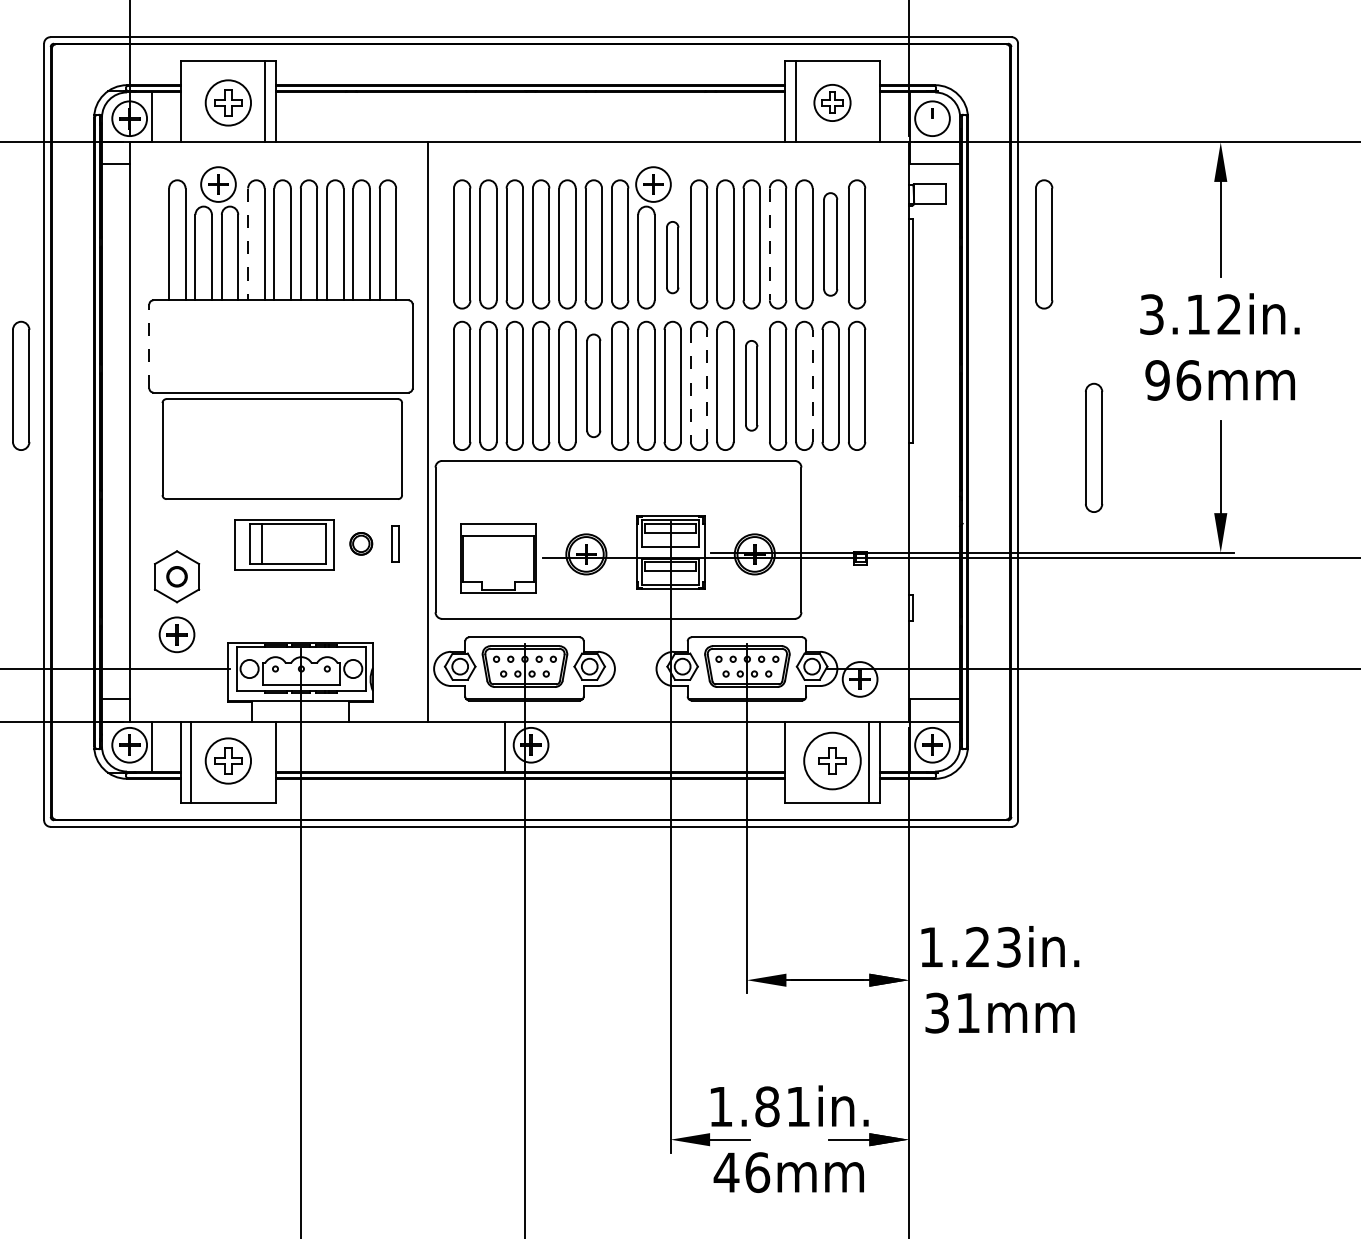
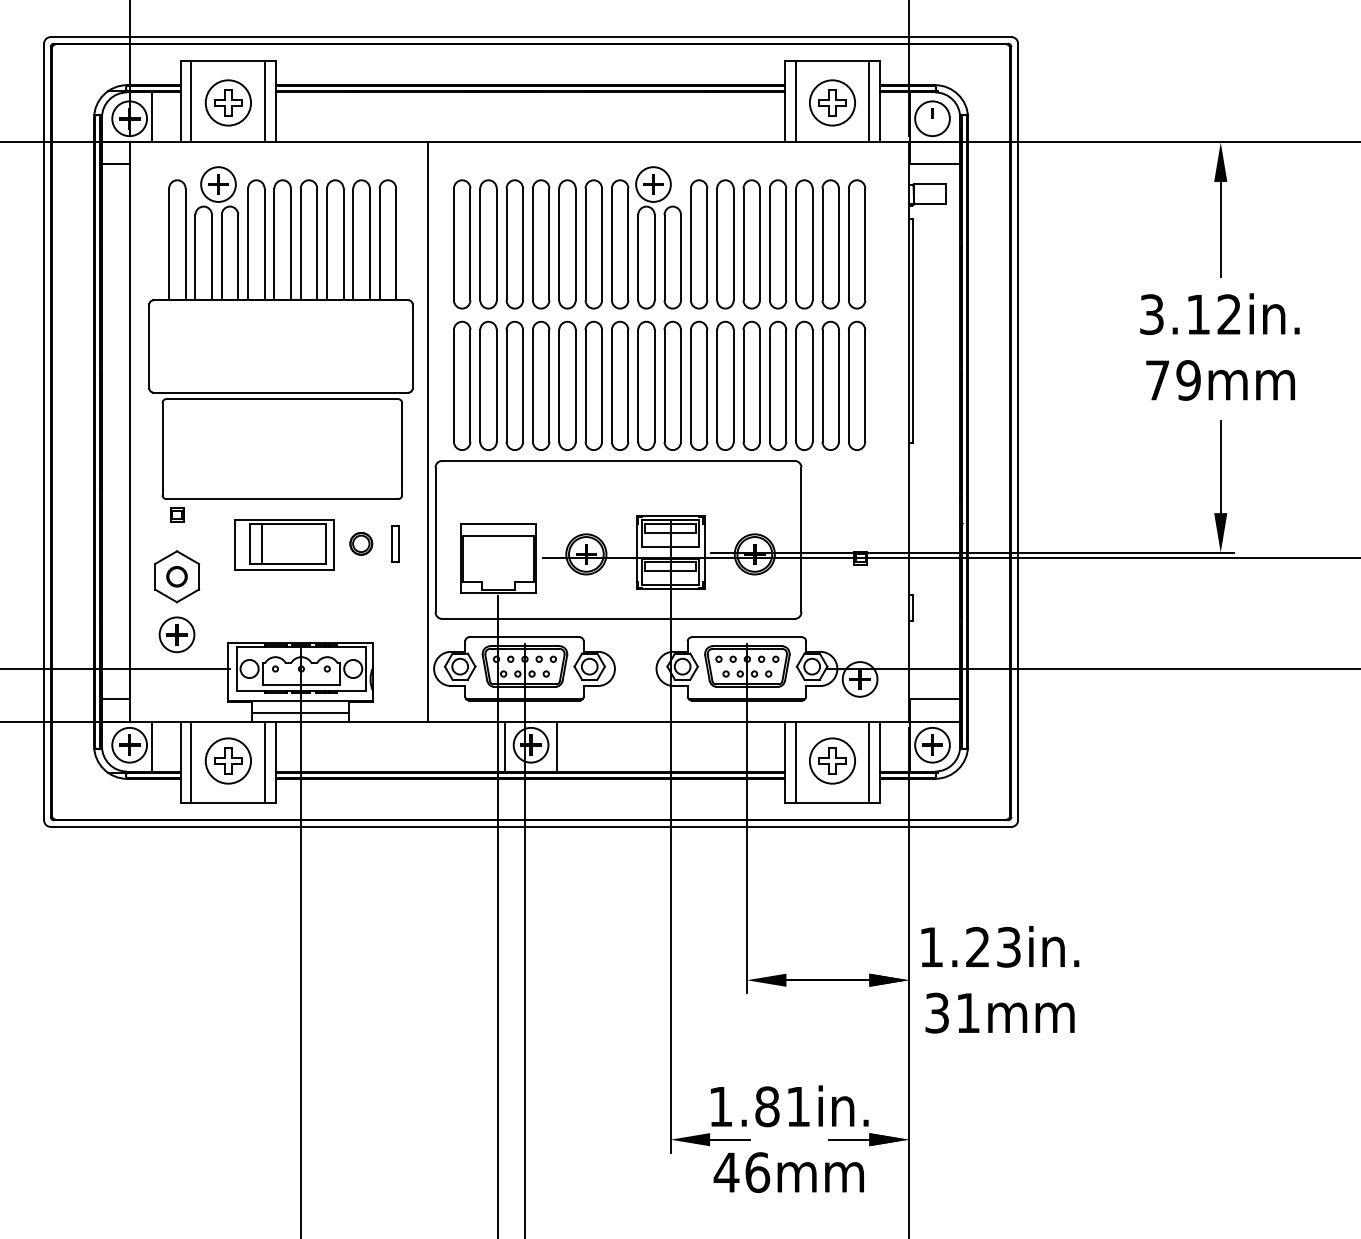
line at (191, 101): none -> present
line at (869, 101): none -> present
part at (832, 102) size: 39x38 px -> 47x48 px
line at (248, 244): dashed -> solid
line at (769, 244): dashed -> solid
part at (830, 244) size: 16x105 px -> 19x131 px
part at (1044, 244): present -> none
part at (672, 257) size: 14x74 px -> 19x105 px
line at (149, 345): dashed -> solid
text at (1173, 380): 96mm -> 79mm
part at (21, 385): present -> none
part at (593, 385) size: 16x106 px -> 19x131 px
line at (690, 385): dashed -> solid
line at (707, 385): dashed -> solid
part at (751, 385) size: 14x92 px -> 19x131 px
line at (812, 385): dashed -> solid
part at (1094, 447): present -> none
part at (177, 514): none -> present
line at (300, 713): none -> present
line at (557, 746): none -> present
circle at (832, 760) diameter: 57 px -> 45 px
line at (265, 762): none -> present
line at (795, 762): none -> present
line at (498, 915): none -> present
